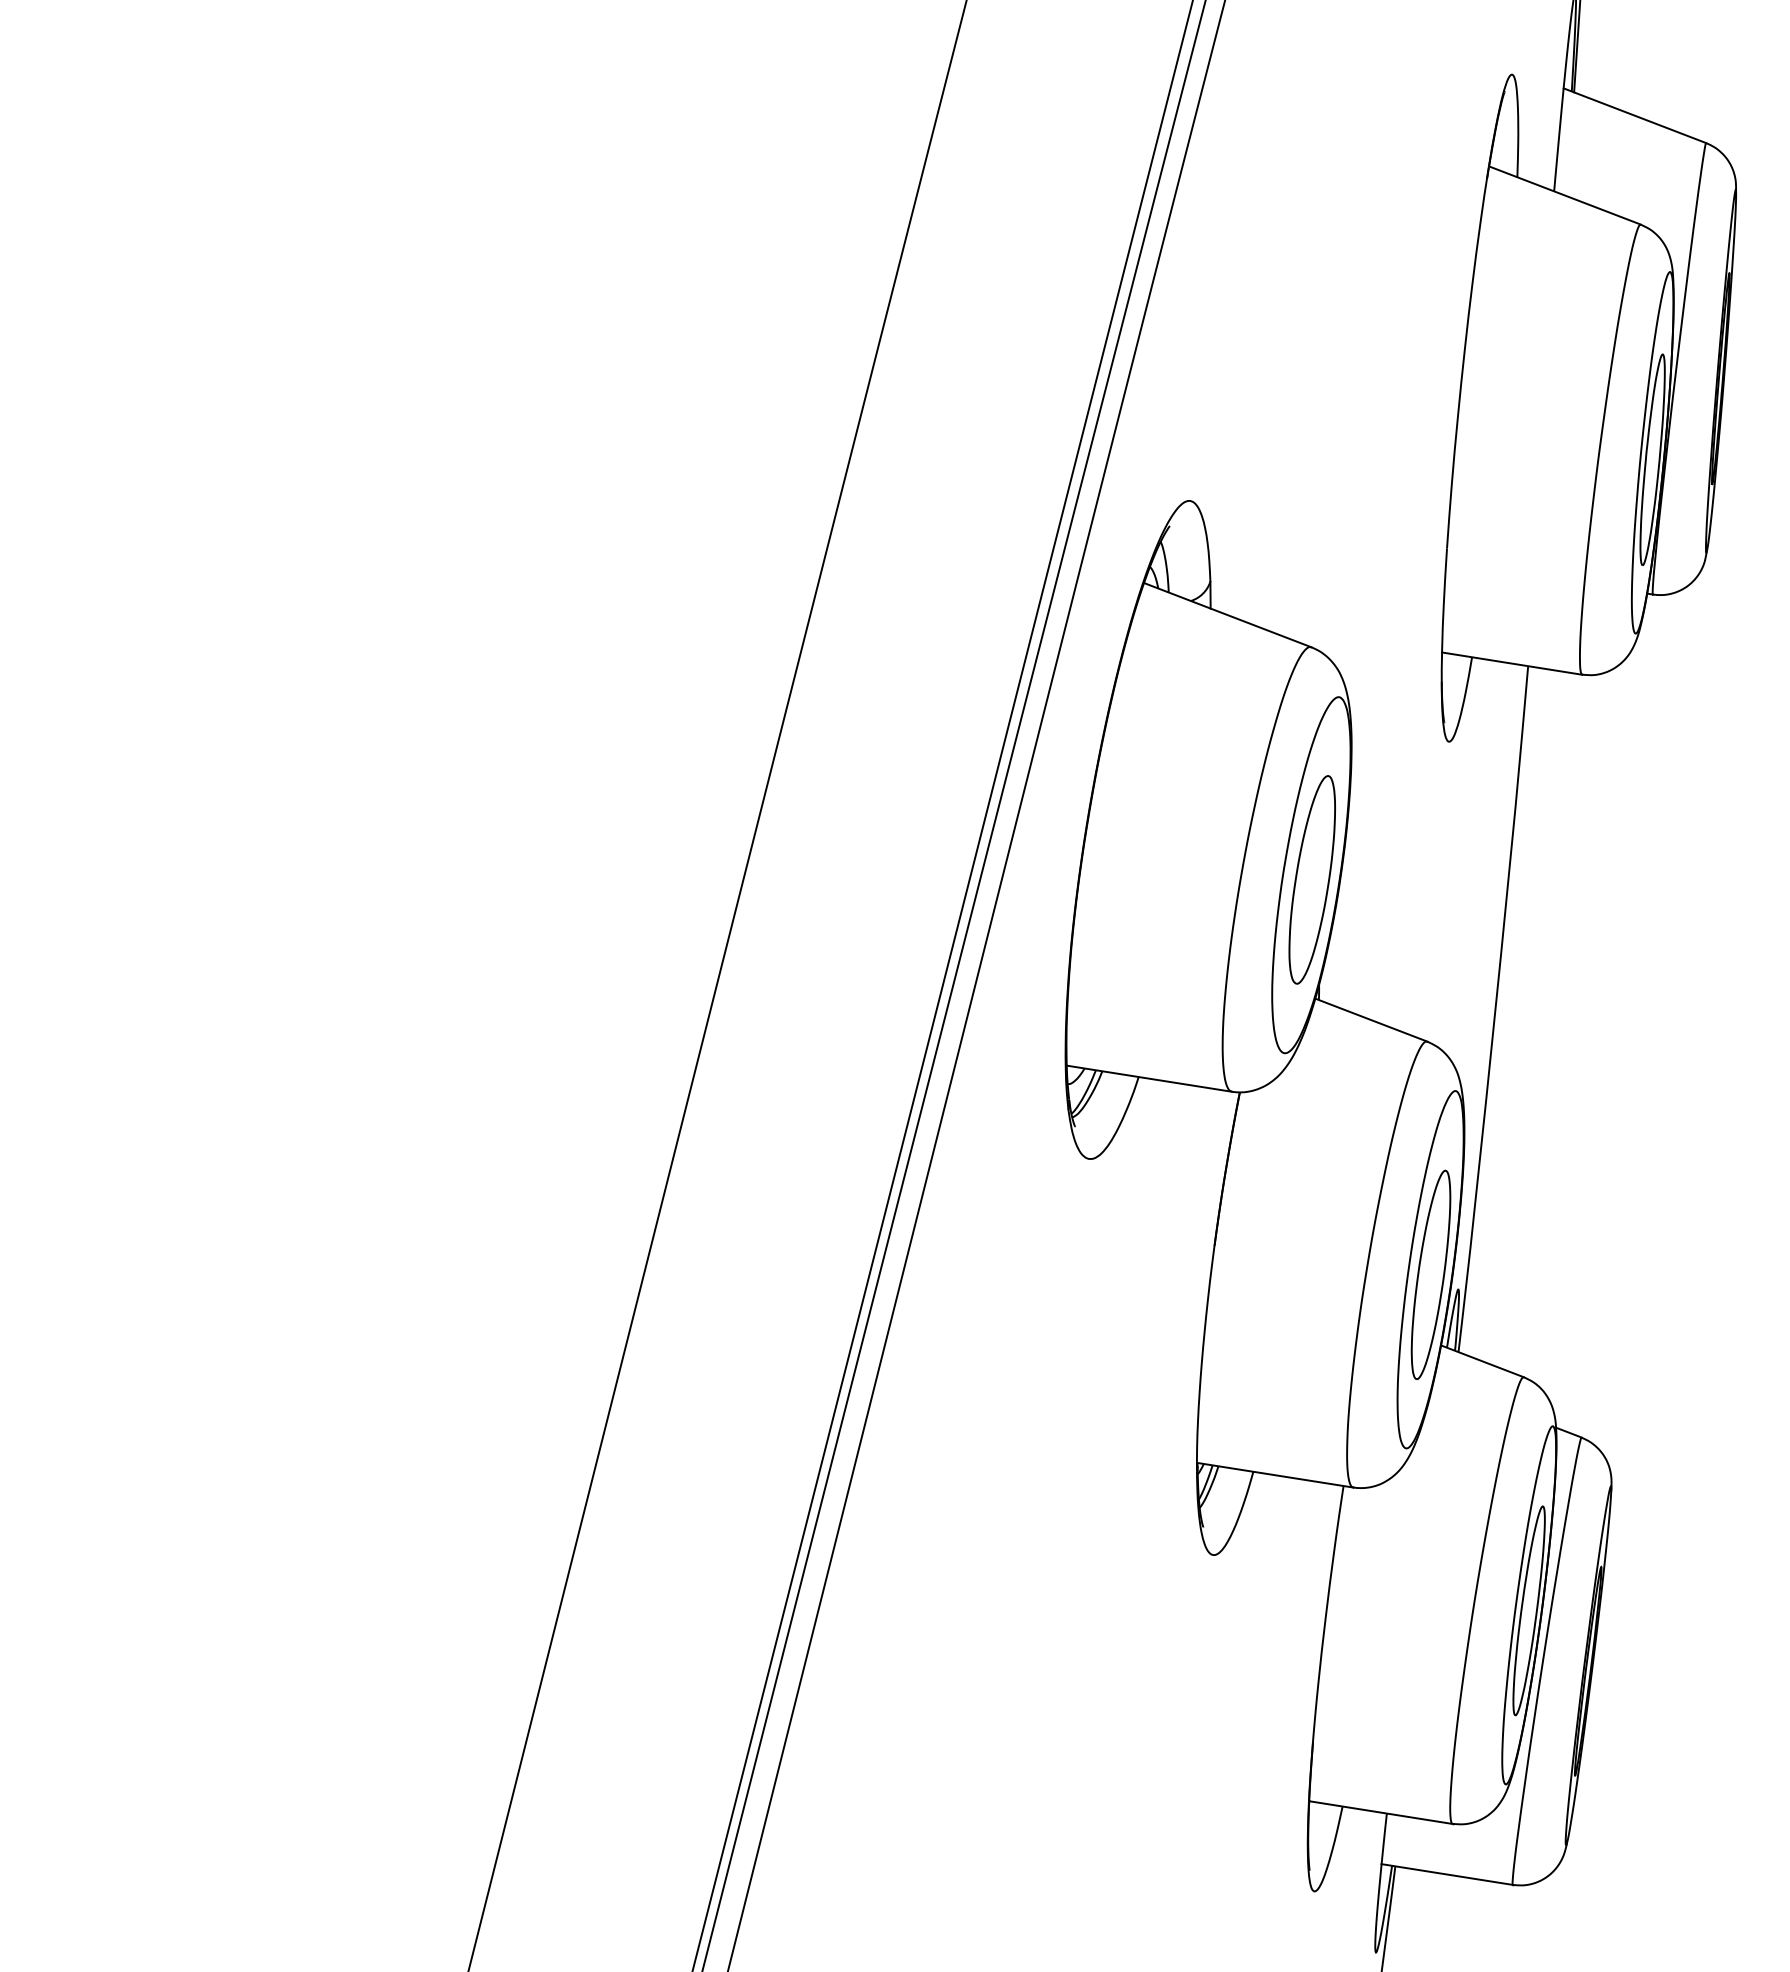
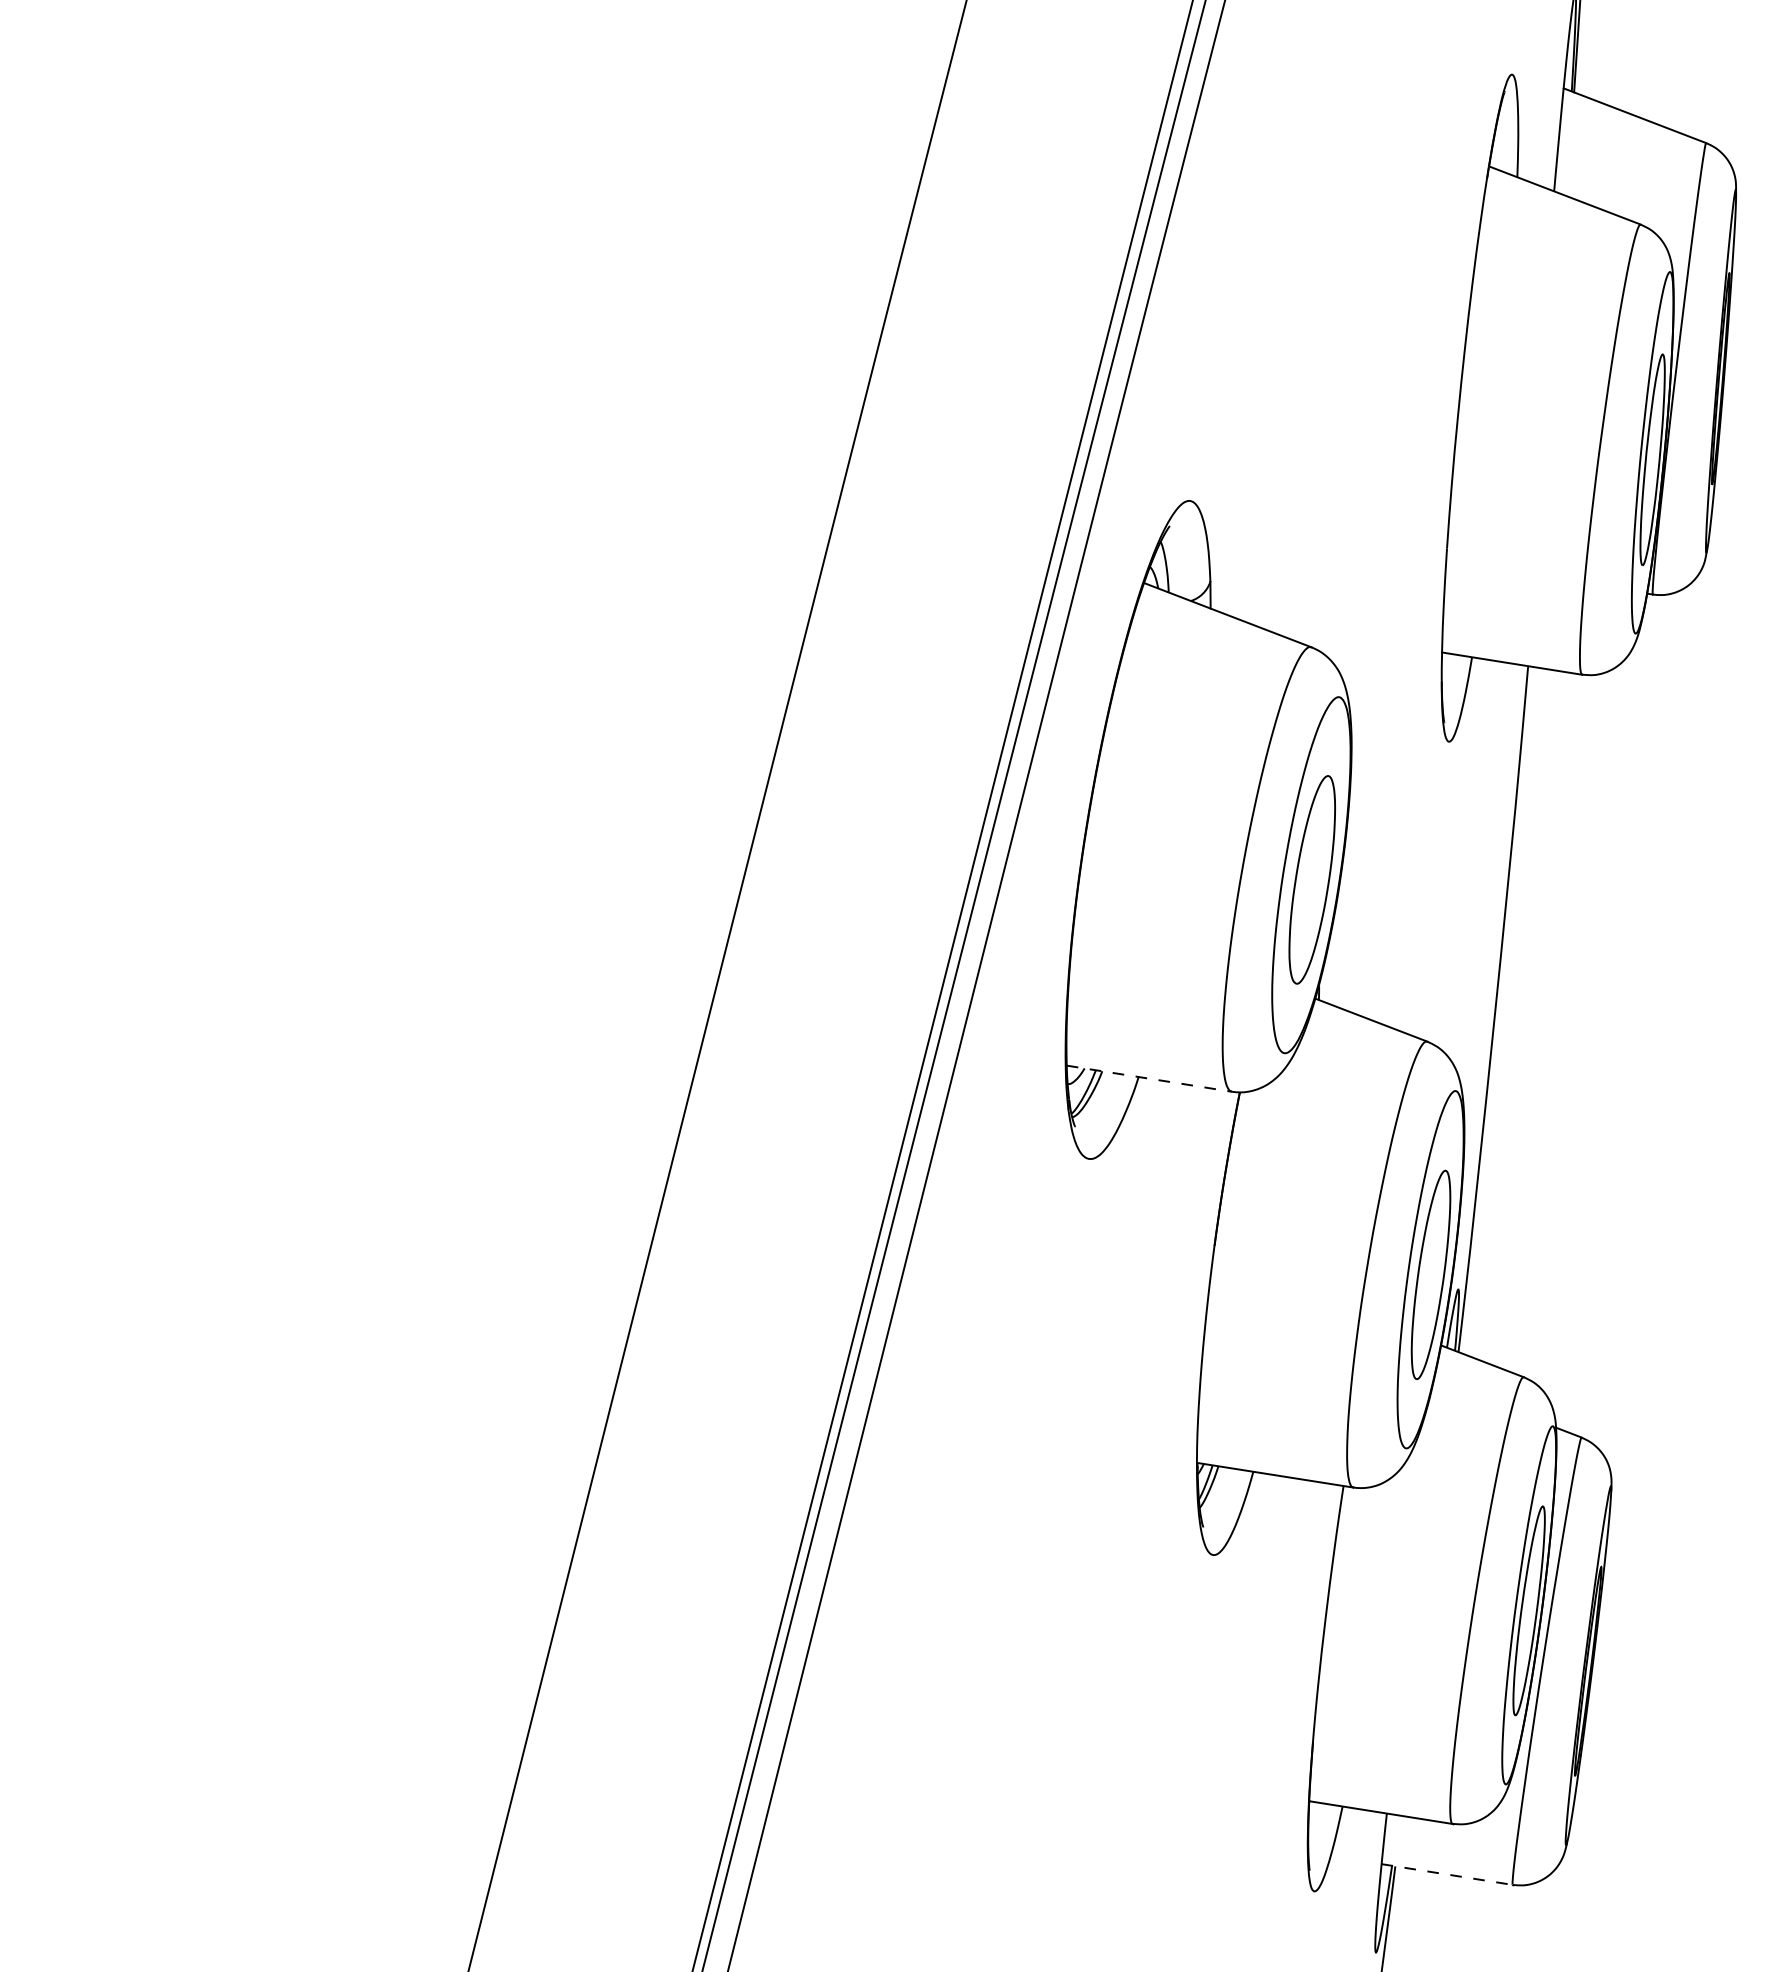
line at (1149, 1078): solid -> dashed
line at (1447, 1874): solid -> dashed
